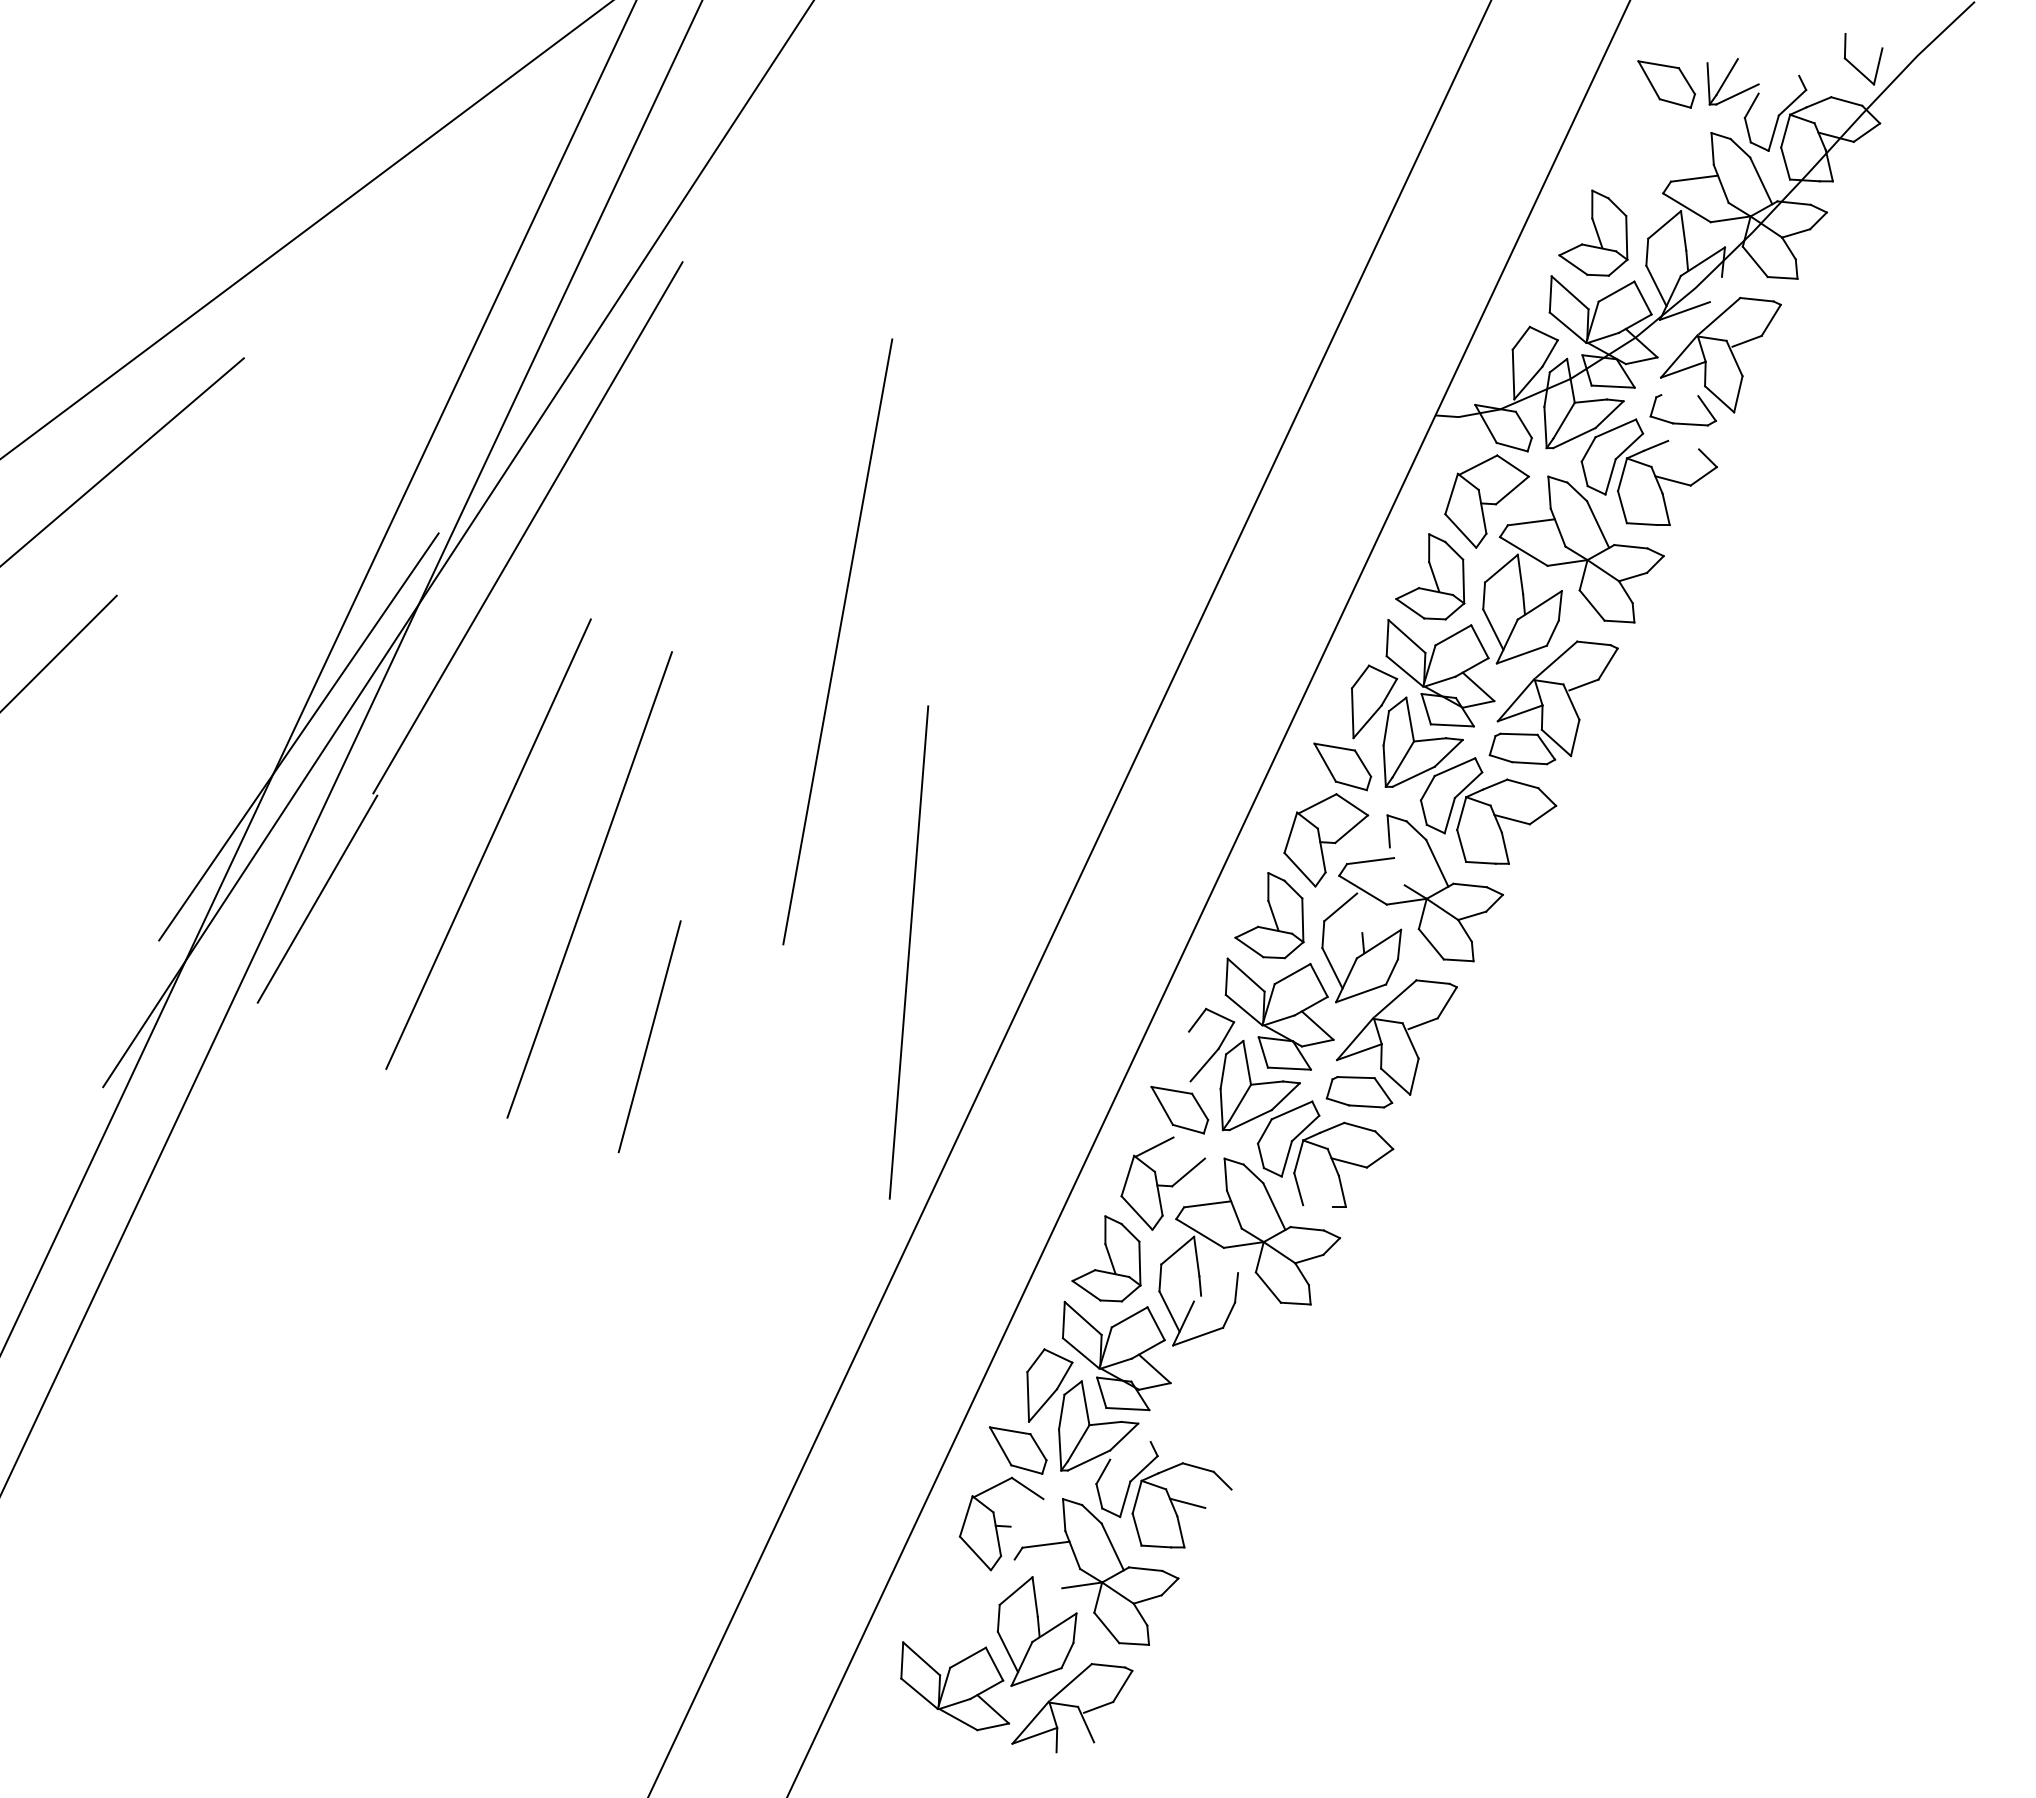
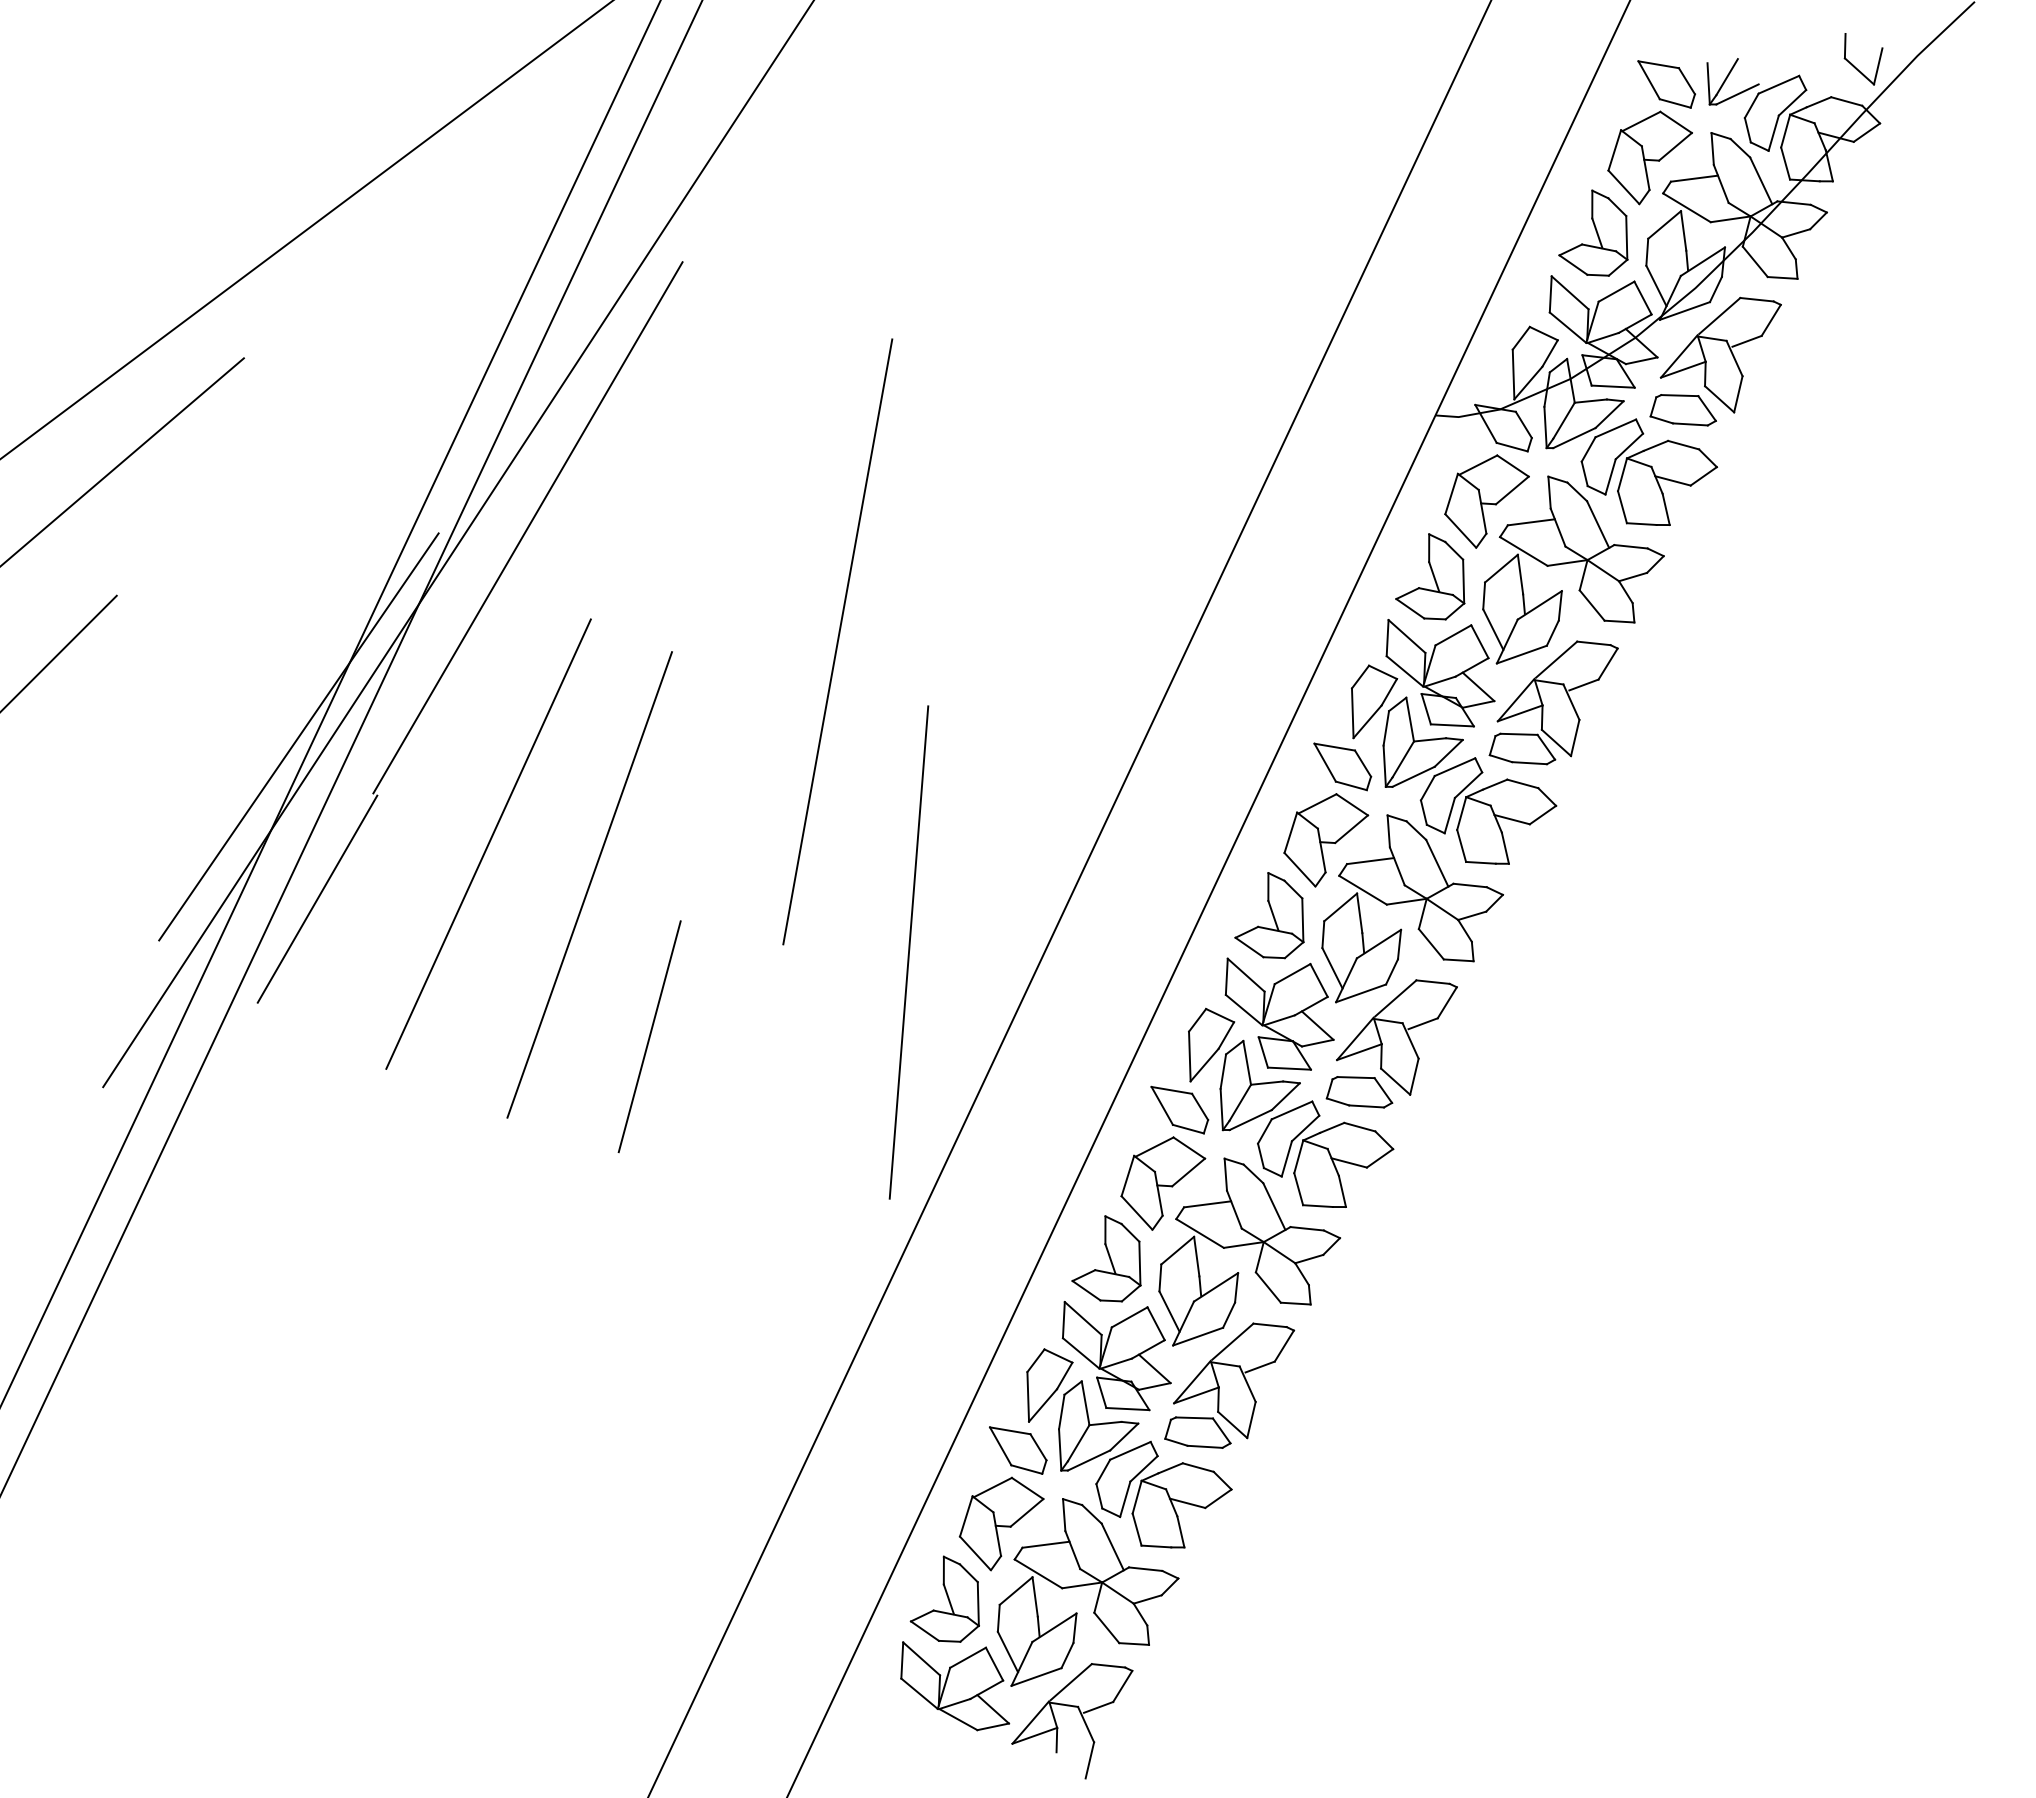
line at (1778, 84): none -> present
part at (1649, 157): none -> present
line at (1715, 289): none -> present
line at (1679, 395): none -> present
line at (1683, 444): none -> present
line at (318, 676) position: (318, 676) -> (330, 702)
line at (1396, 866): none -> present
line at (1359, 913): none -> present
line at (1189, 1056): none -> present
line at (1189, 1147): none -> present
line at (1317, 1206): none -> present
line at (1215, 1287): none -> present
part at (1229, 1385): none -> present
line at (1130, 1450): none -> present
line at (1218, 1498): none -> present
line at (1026, 1512): none -> present
line at (1038, 1573): none -> present
part at (944, 1598): none -> present
line at (1089, 1760): none -> present
